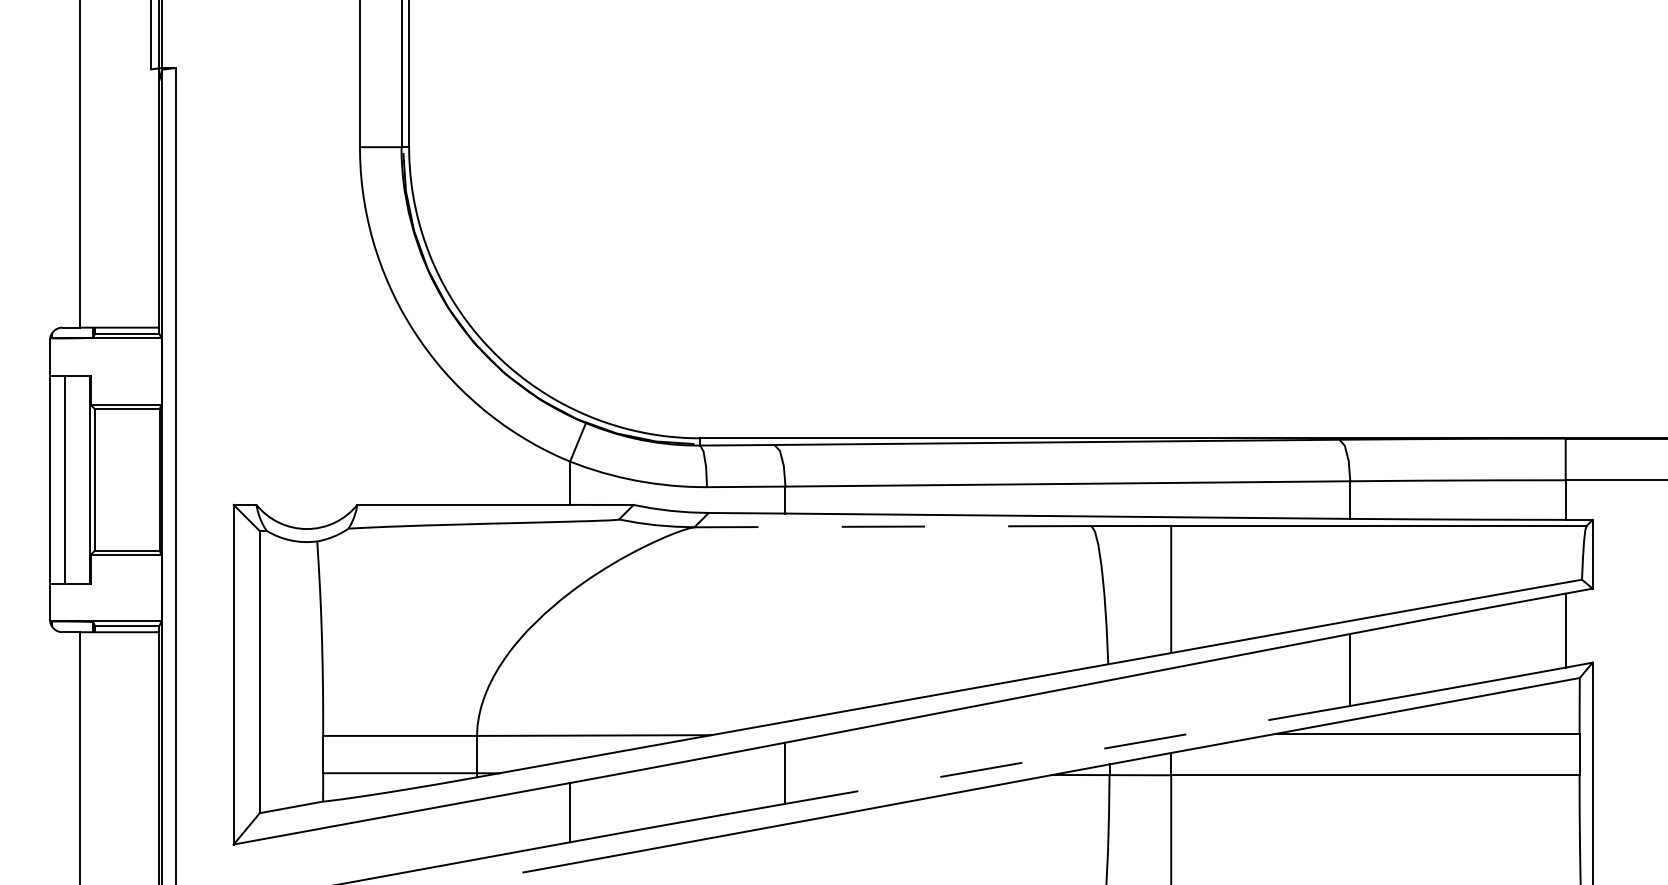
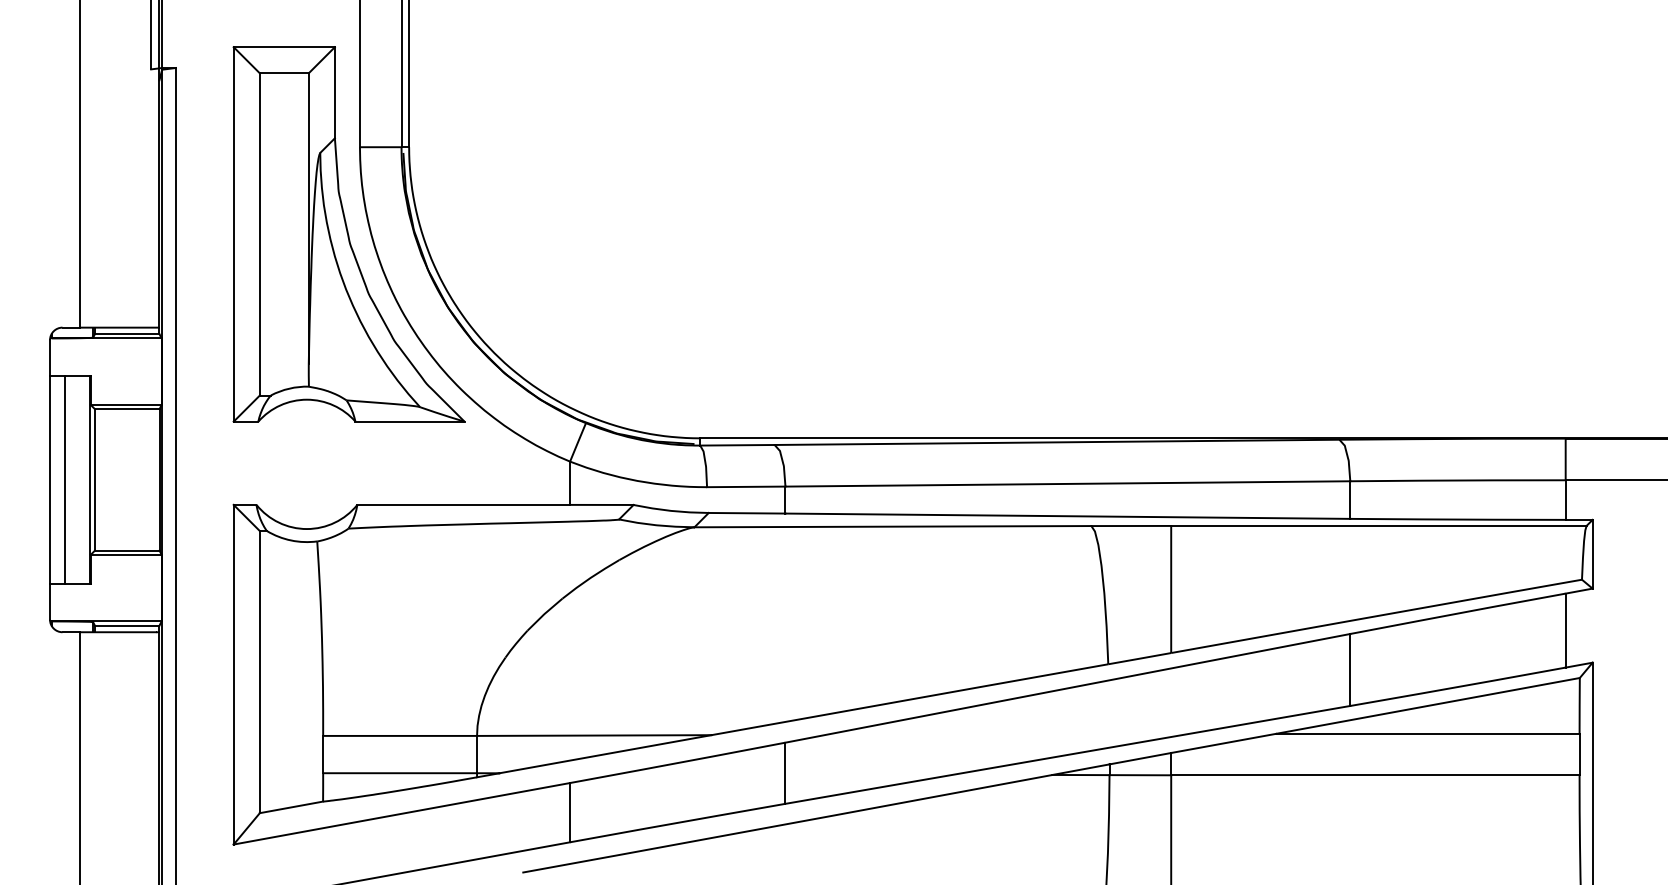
part at (348, 234): none -> present
line at (892, 526): dashed -> solid
line at (1067, 754): dashed -> solid
